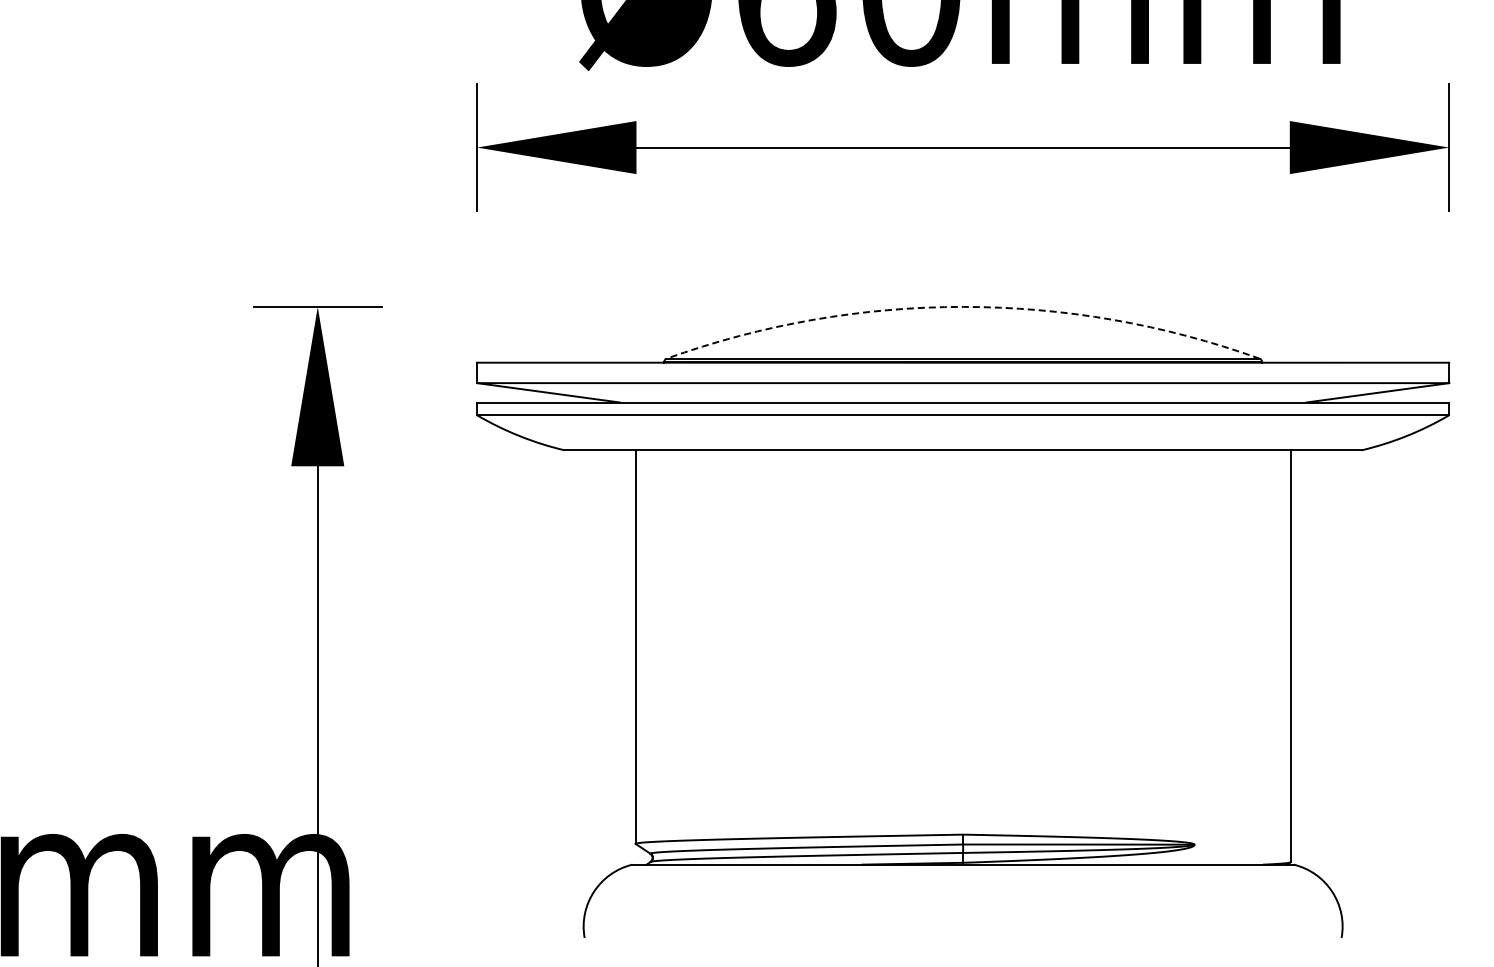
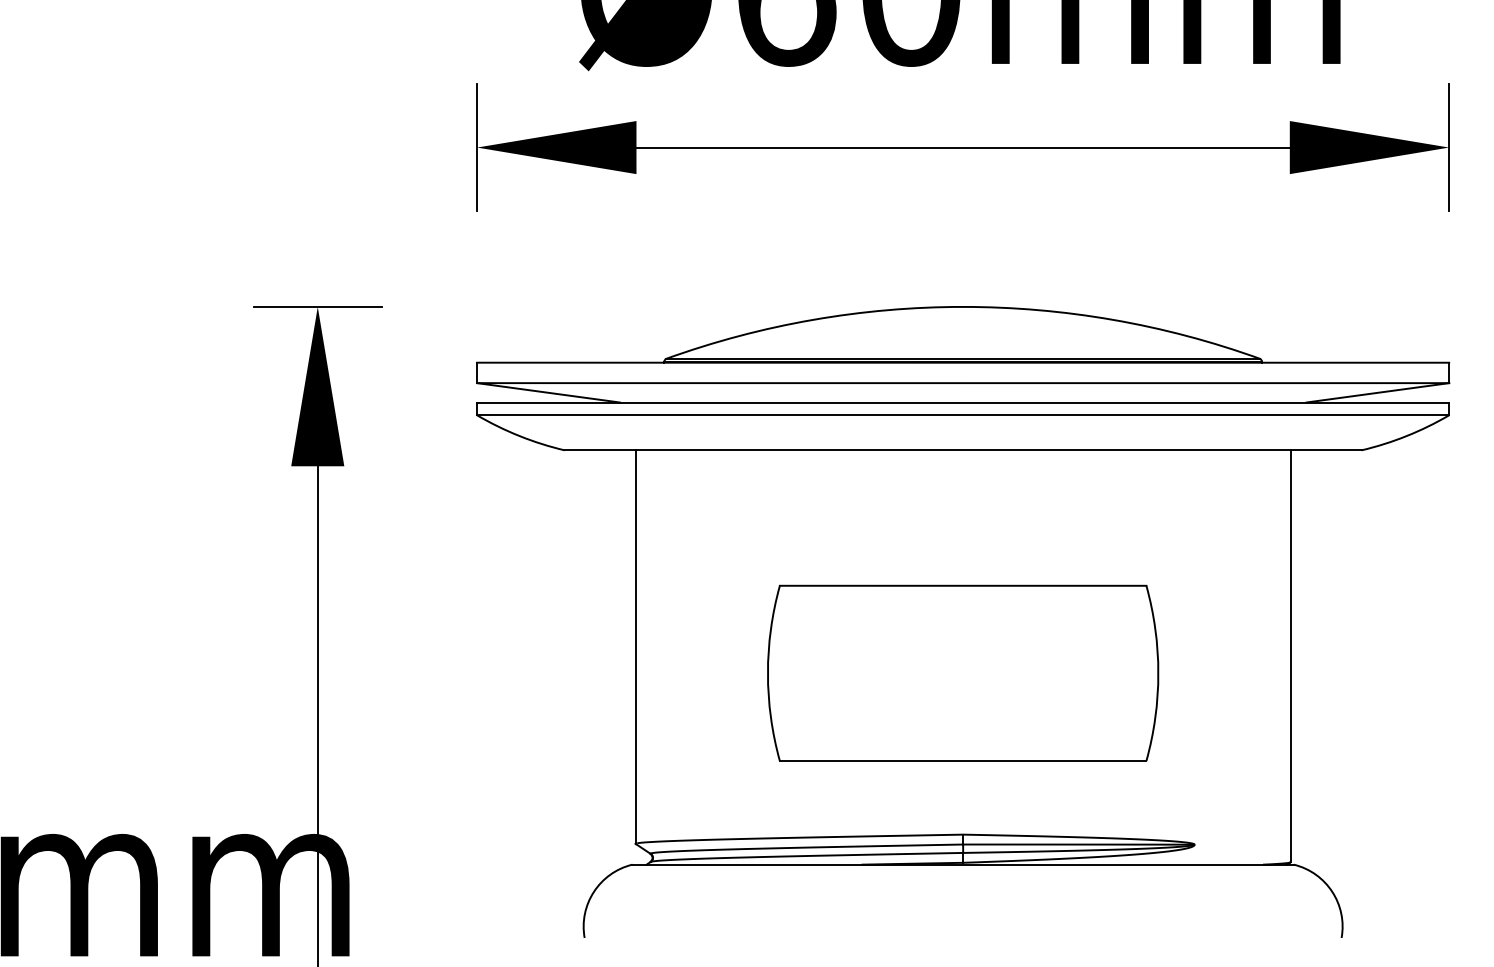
arc at (963, 306): dashed -> solid
part at (963, 672): none -> present
